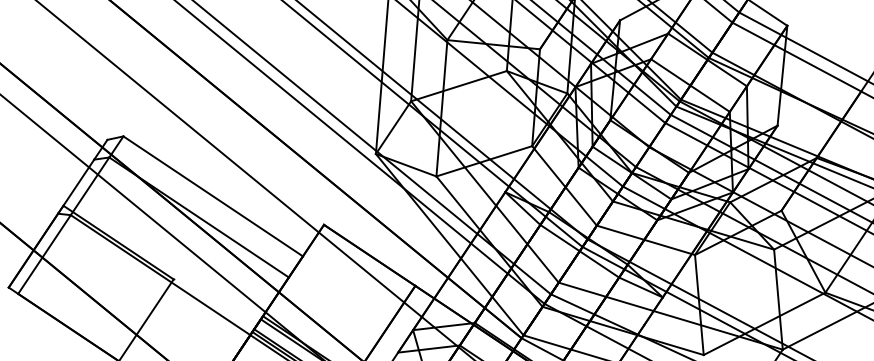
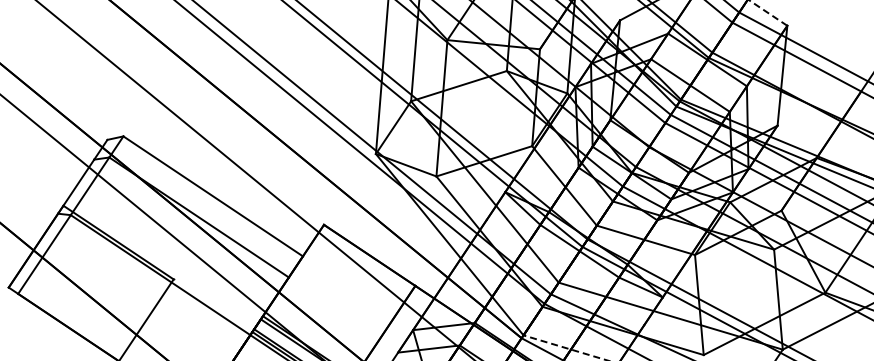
line at (768, 13): solid -> dashed
line at (565, 347): solid -> dashed
